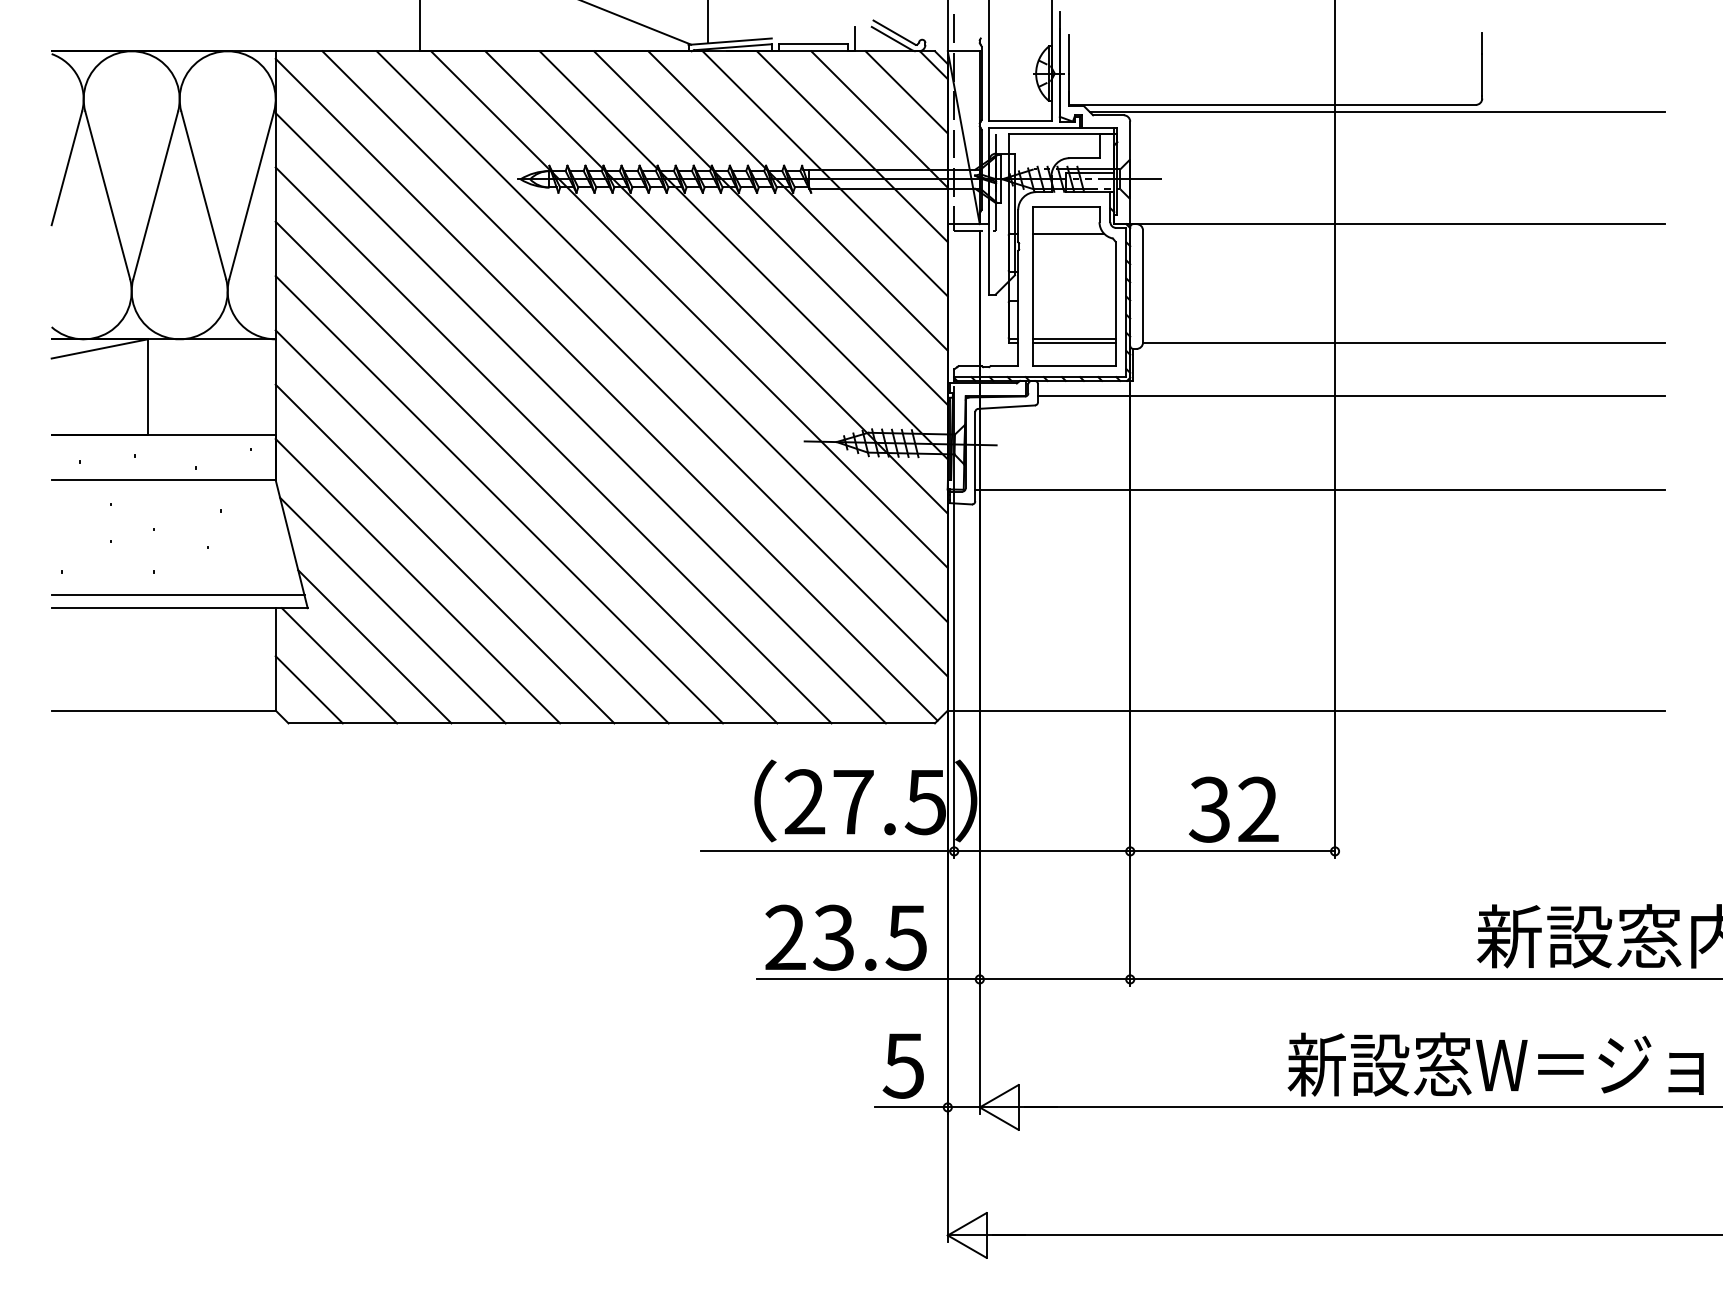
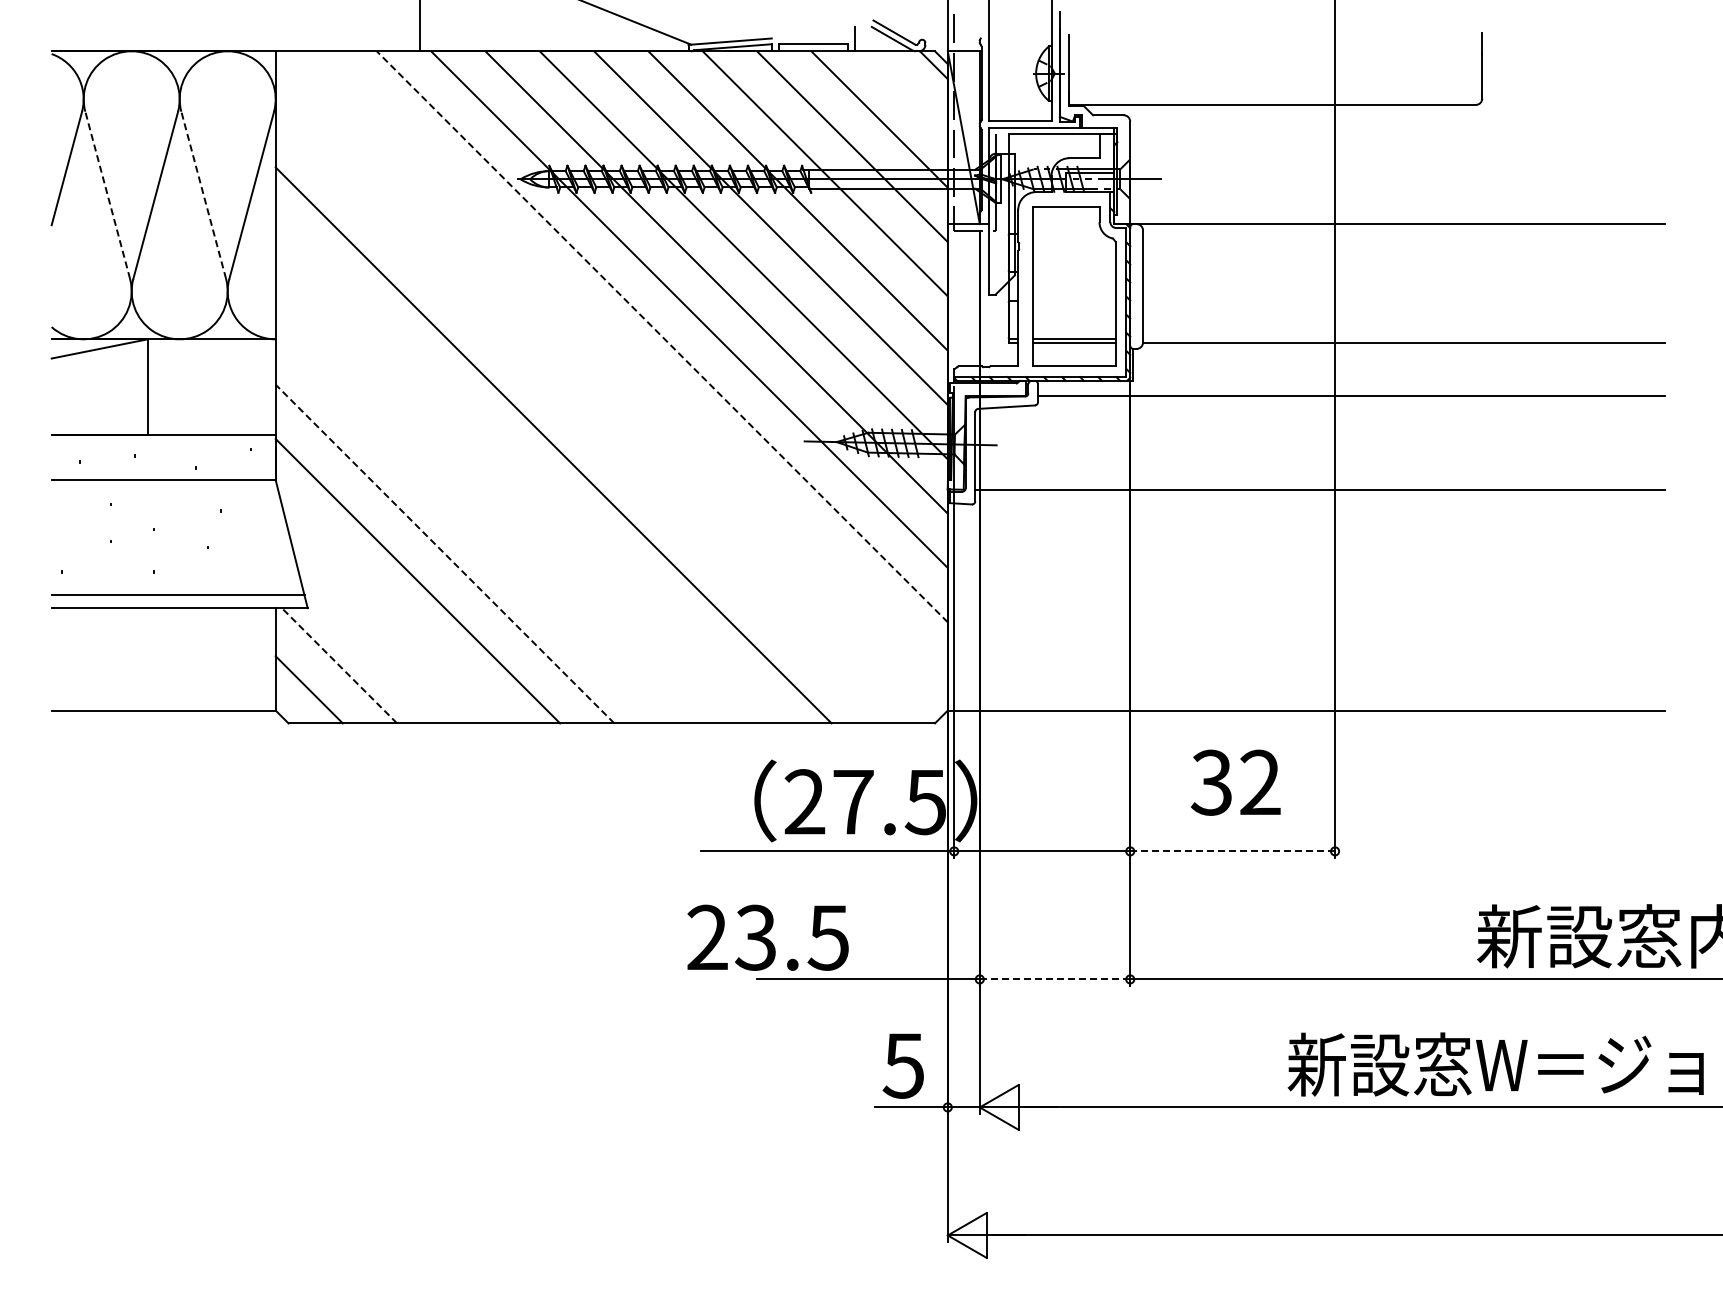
line at (707, 22): present -> none
line at (906, 92): present -> none
line at (1376, 112): present -> none
line at (107, 195): solid -> dashed
line at (203, 195): solid -> dashed
line at (1068, 233): present -> none
line at (662, 336): solid -> dashed
line at (634, 363): present -> none
line at (606, 389): present -> none
line at (580, 418): present -> none
line at (526, 472): present -> none
line at (499, 499): present -> none
line at (471, 526): present -> none
line at (444, 553): solid -> dashed
line at (392, 610): present -> none
line at (374, 646): present -> none
line at (339, 665): solid -> dashed
text at (1233, 809) position: (1233, 809) -> (1235, 782)
line at (1233, 851): solid -> dashed
text at (845, 937) position: (845, 937) -> (767, 937)
line at (1054, 979): solid -> dashed
